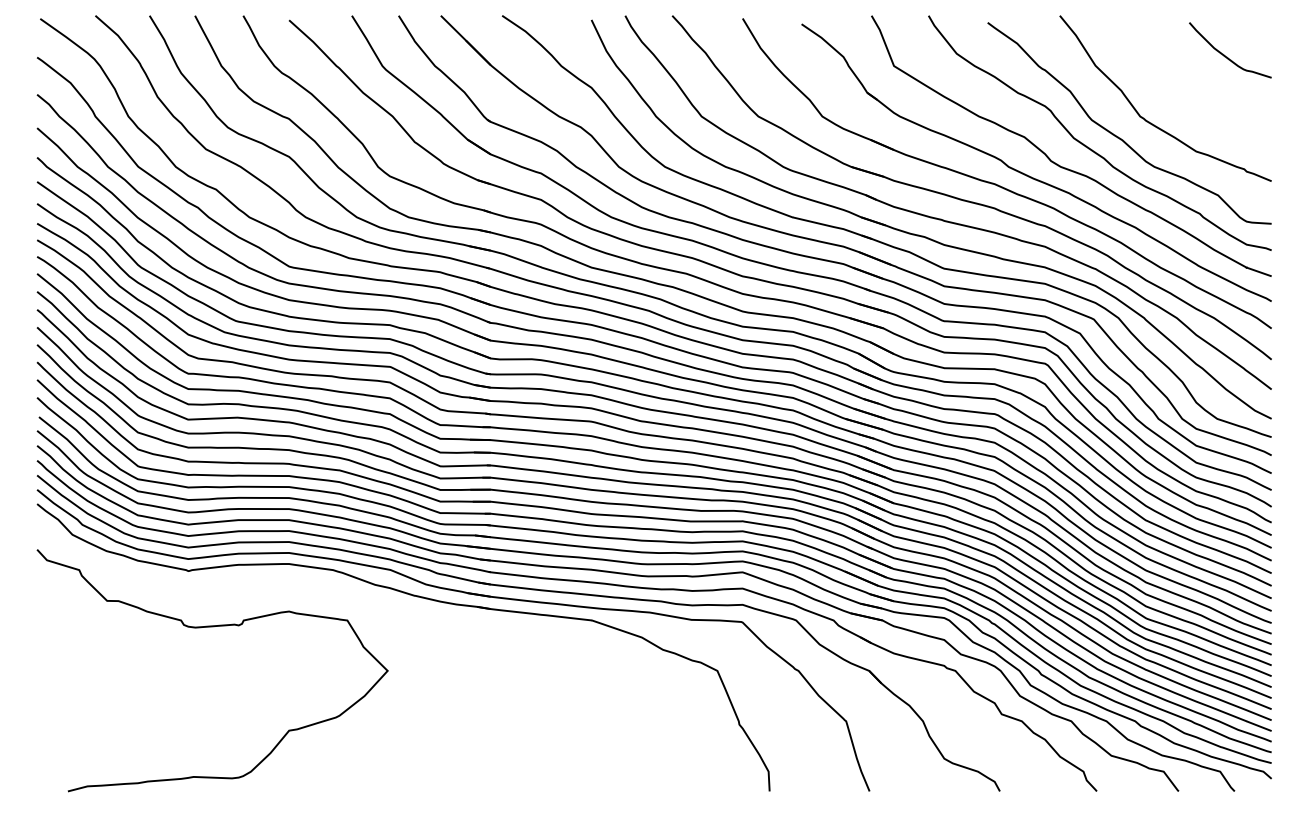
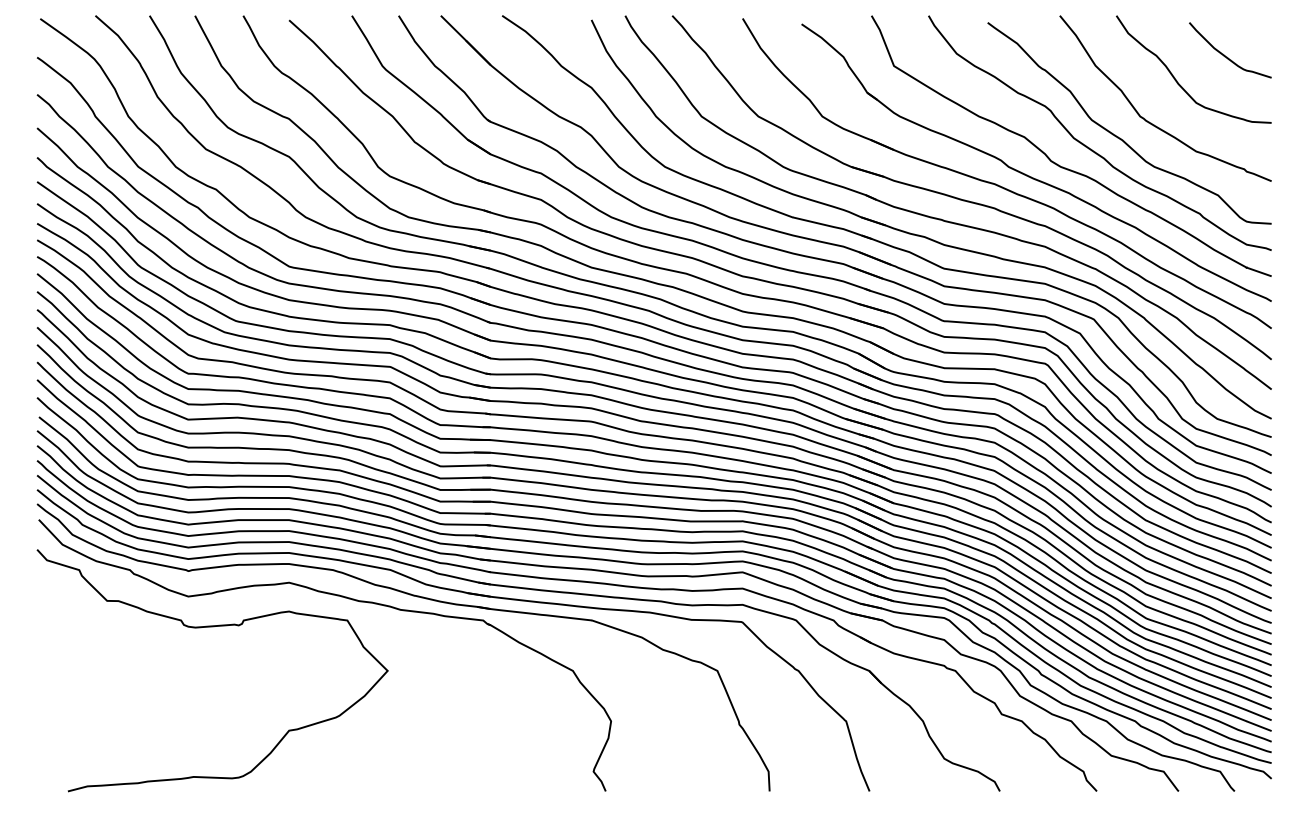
curve at (1177, 80): none -> present
part at (337, 596): none -> present
